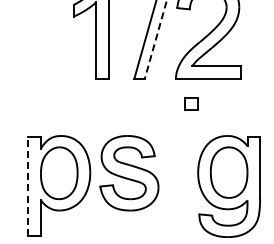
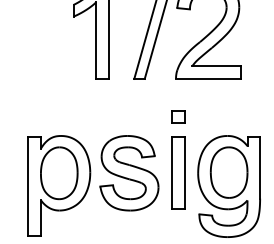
line at (155, 39): dashed -> solid
part at (191, 103) position: (191, 103) -> (178, 116)
part at (178, 172): none -> present
line at (28, 186): dashed -> solid
